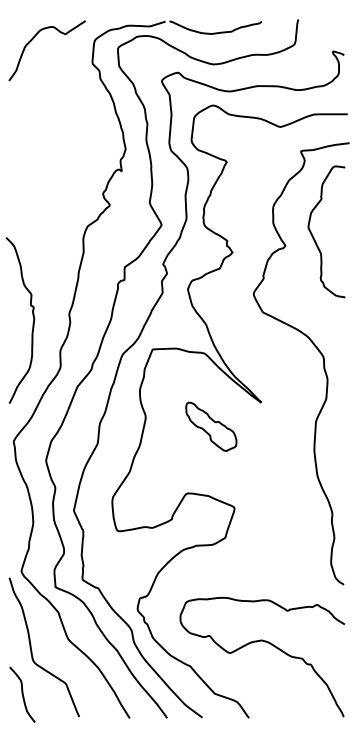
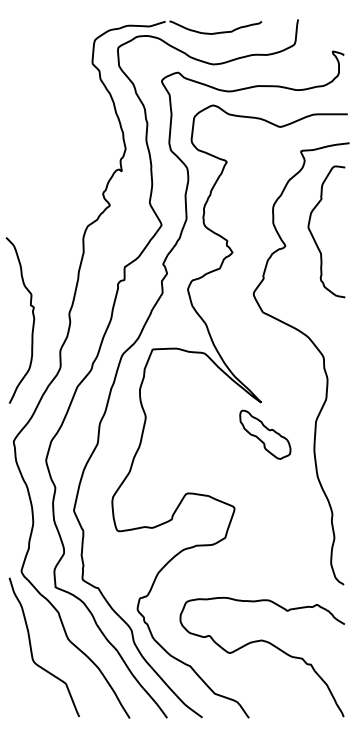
curve at (34, 38): present -> none
part at (211, 426) position: (211, 426) -> (265, 434)
curve at (22, 694): present -> none
